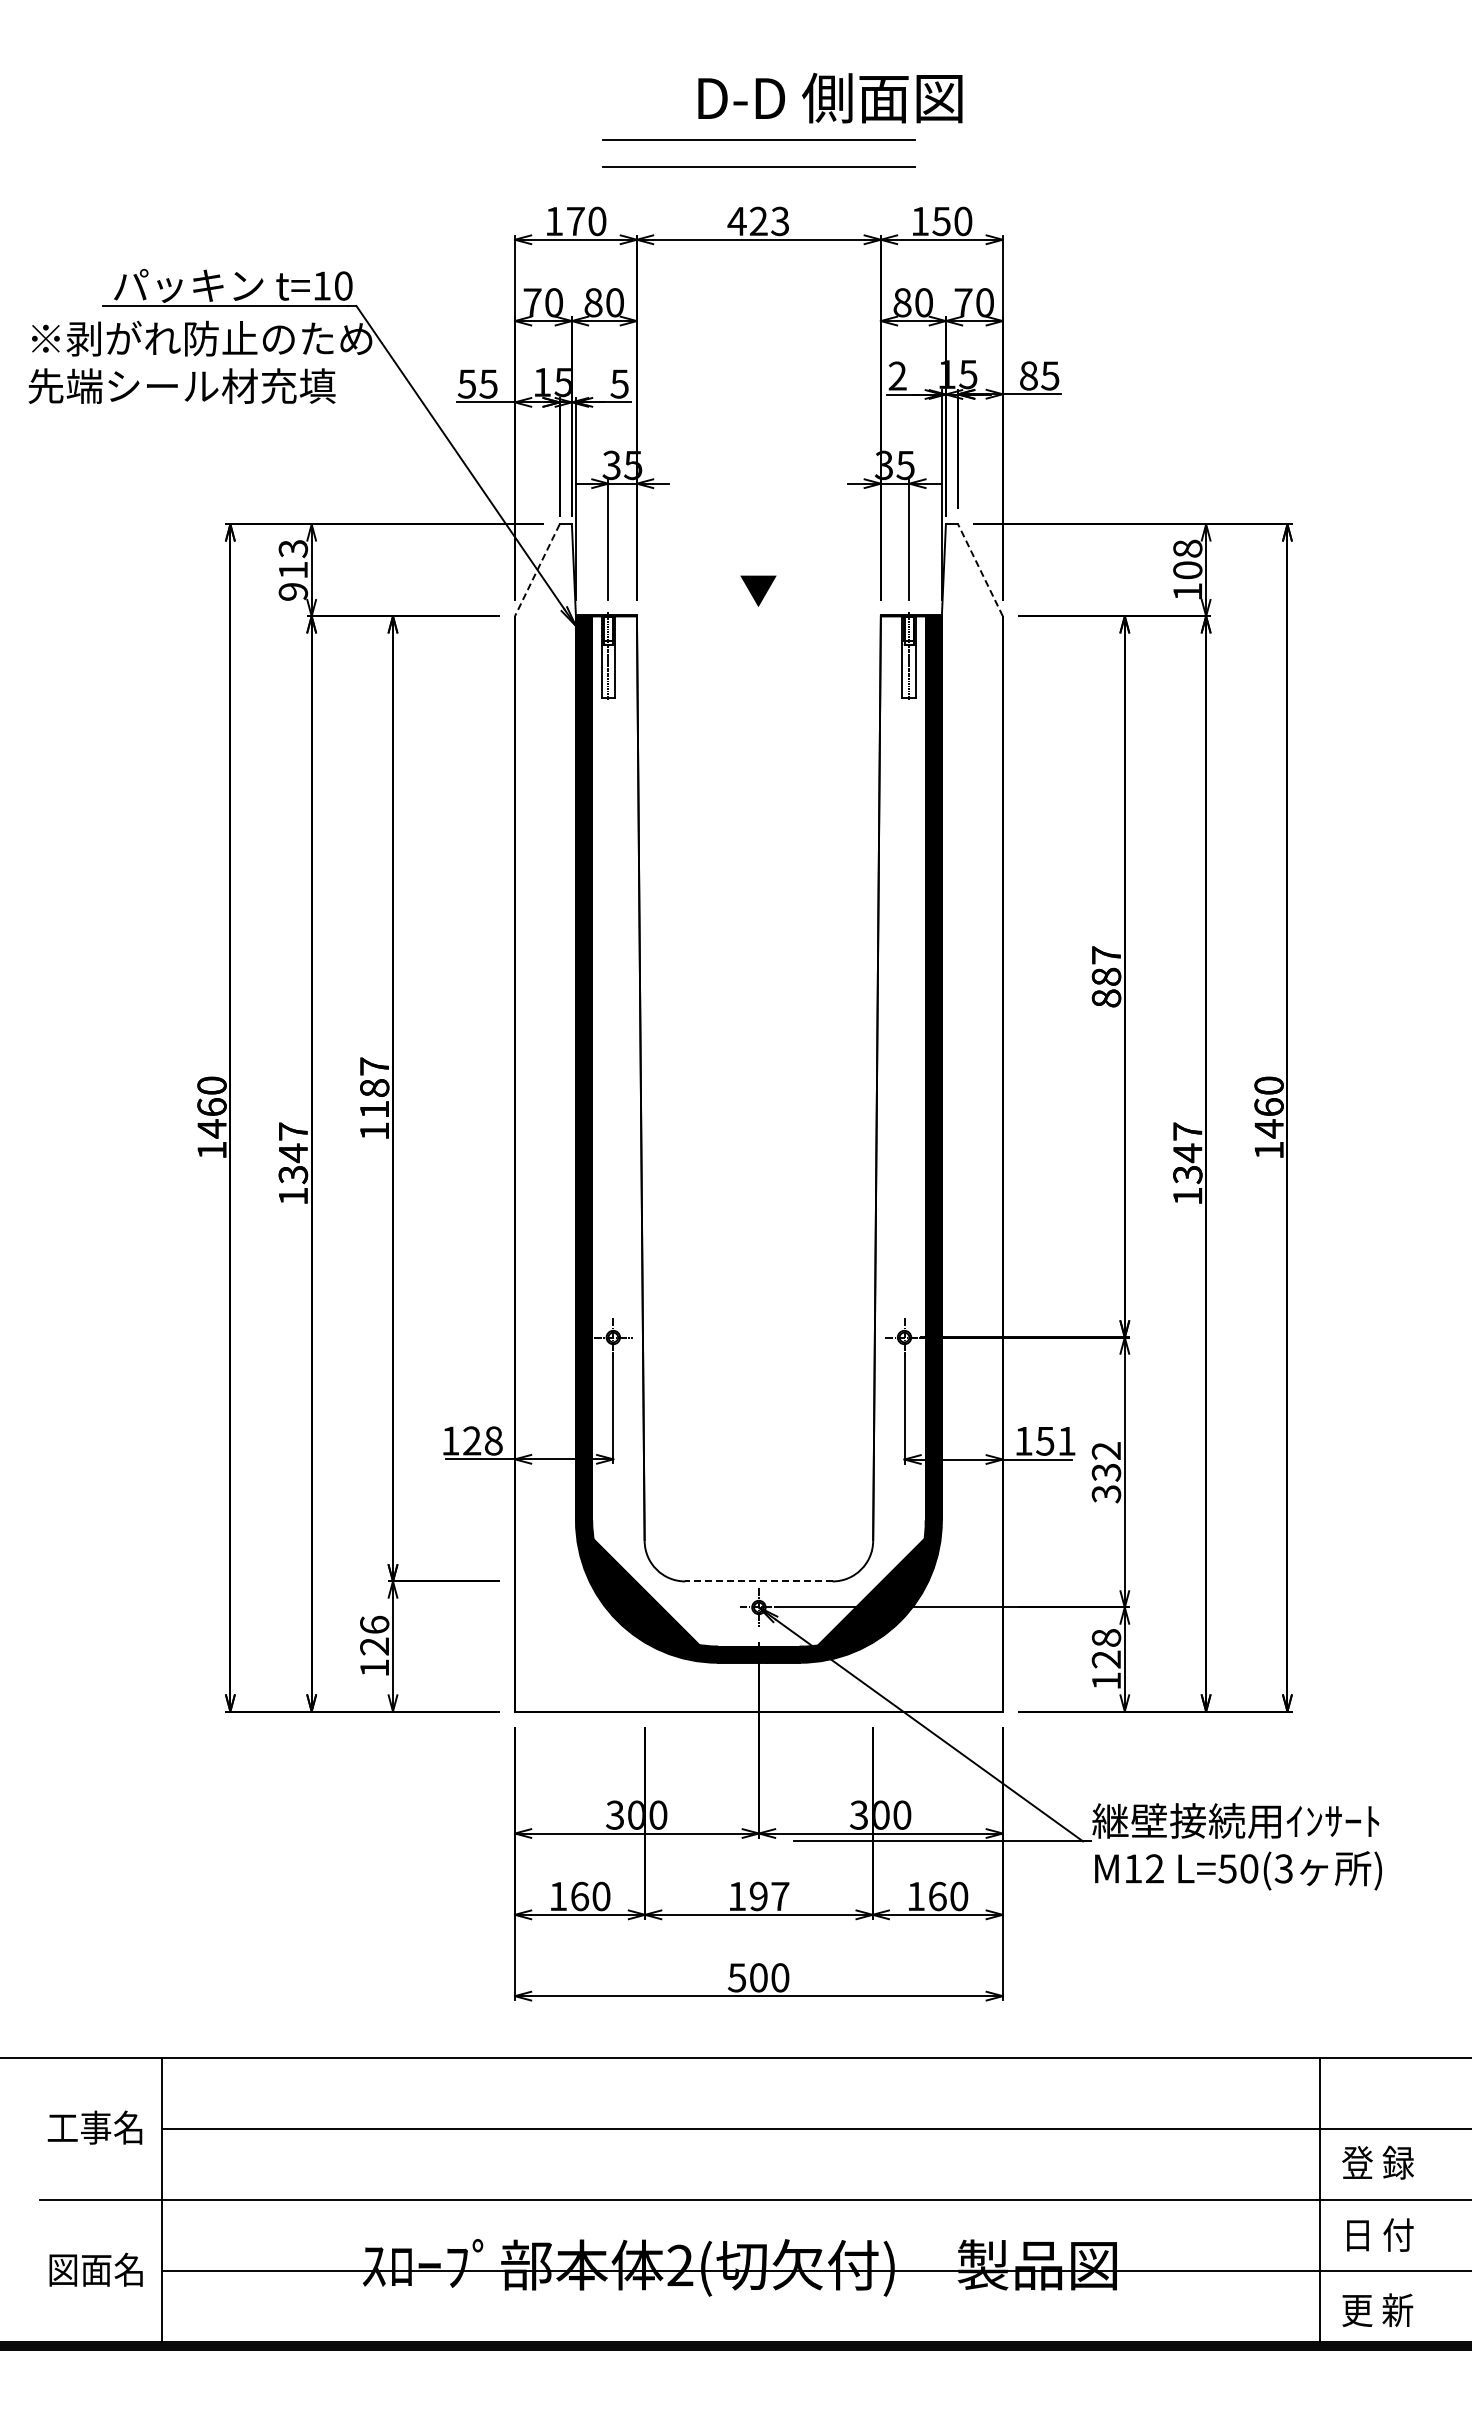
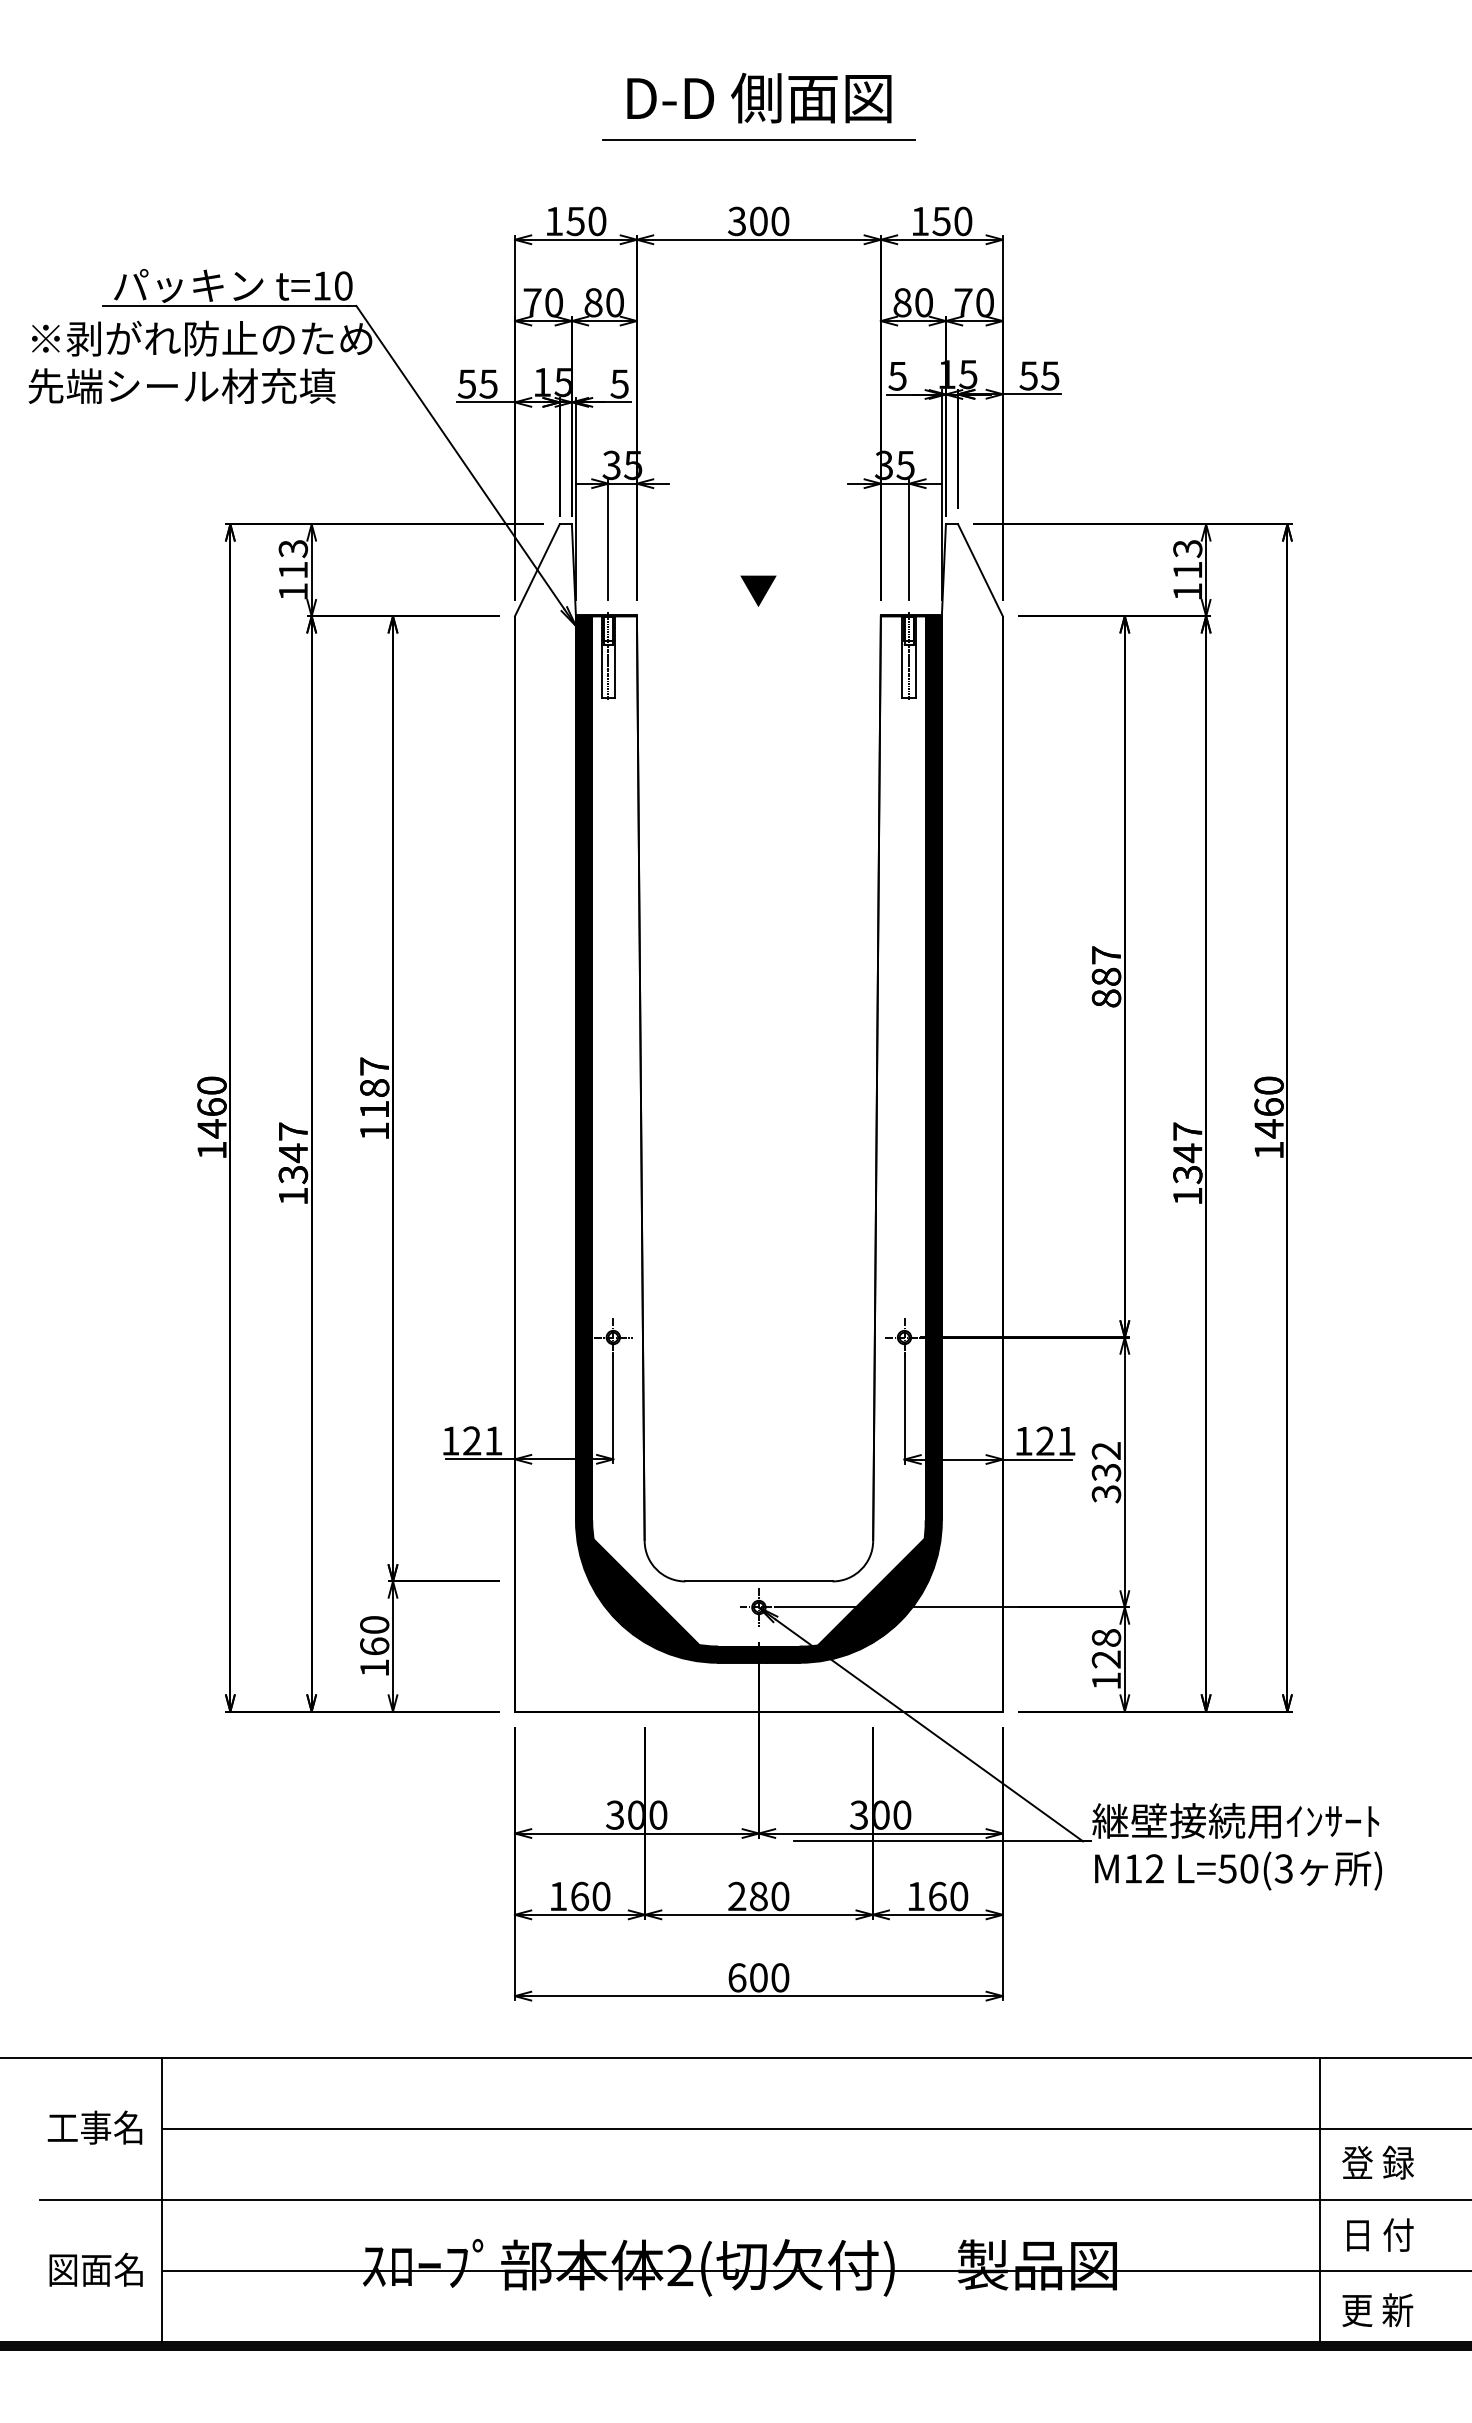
text at (830, 98) position: (830, 98) -> (759, 98)
line at (758, 166): present -> none
text at (575, 221): 170 -> 150
text at (758, 221): 423 -> 300
text at (897, 375): 2 -> 5
text at (1028, 375): 85 -> 55
text at (1187, 559): 108 -> 113
line at (980, 569): dashed -> solid
line at (537, 570): dashed -> solid
text at (293, 591): 913 -> 113
text at (493, 1440): 128 -> 121
text at (1045, 1440): 151 -> 121
line at (758, 1581): dashed -> solid
text at (374, 1635): 126 -> 160
text at (758, 1896): 197 -> 280
text at (736, 1977): 500 -> 600
